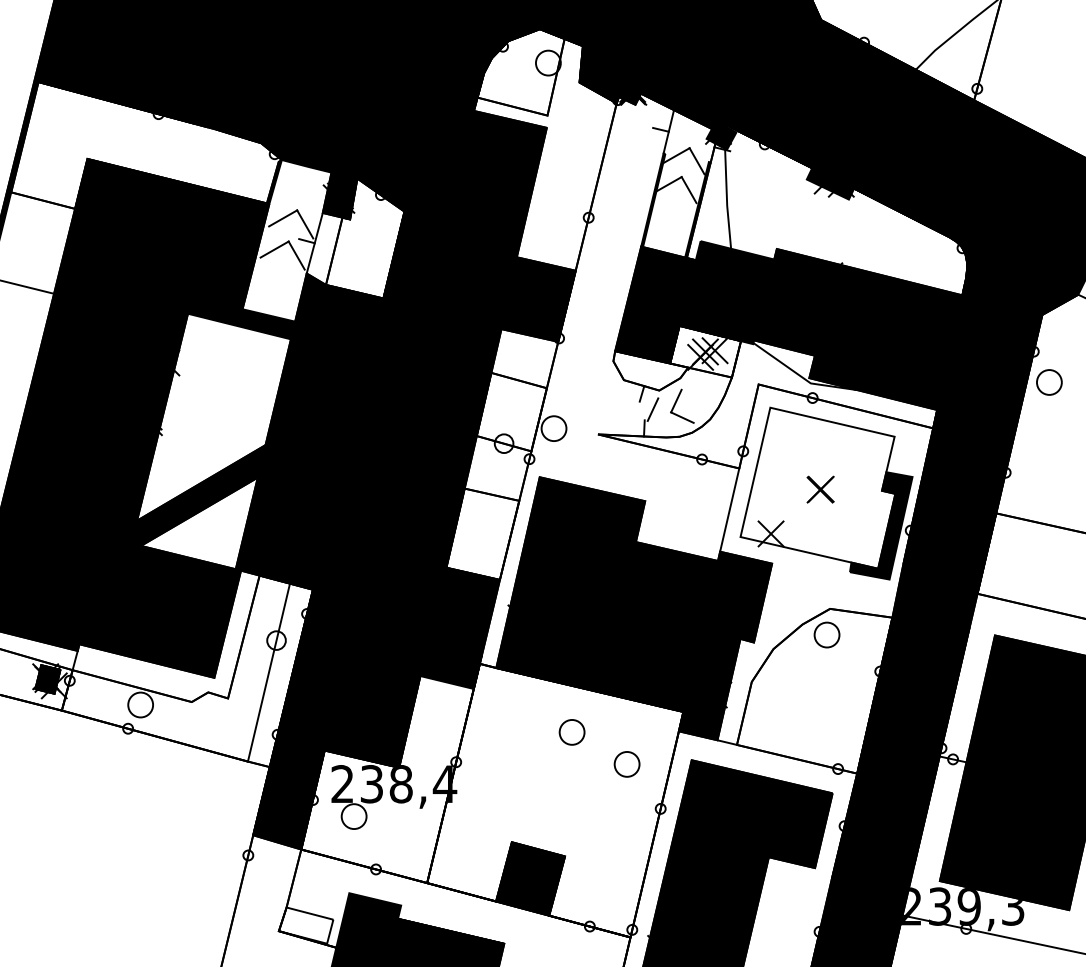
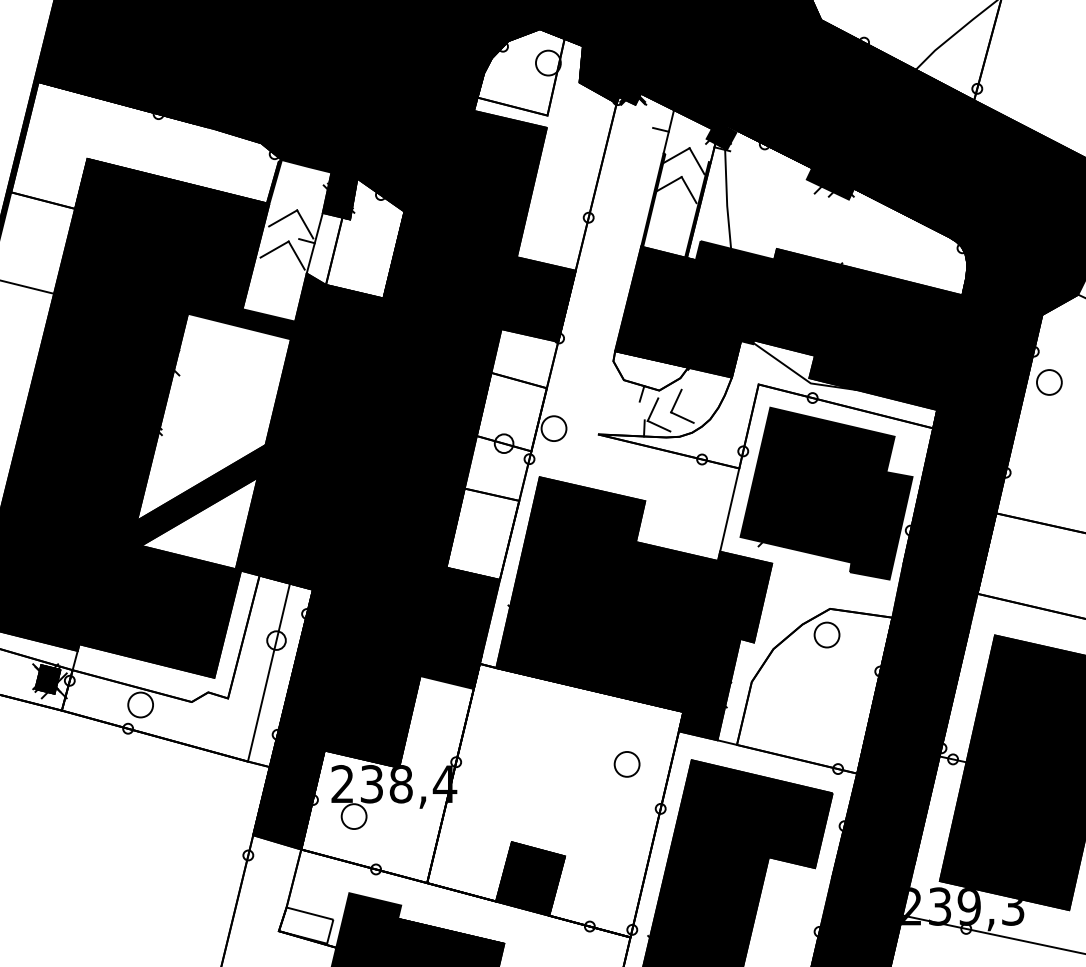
fill at (705, 351): none -> present
line at (658, 425): none -> present
fill at (817, 487): none -> present
circle at (571, 732): present -> none
